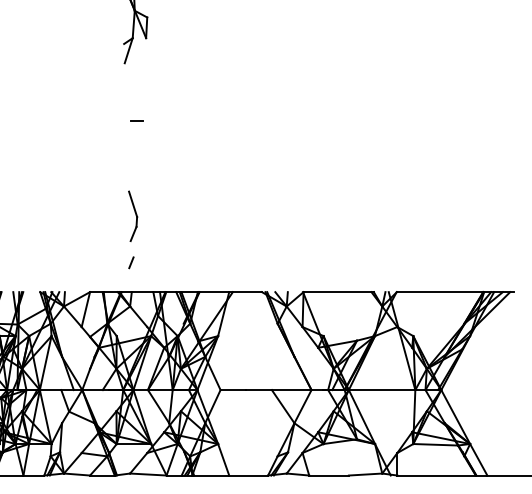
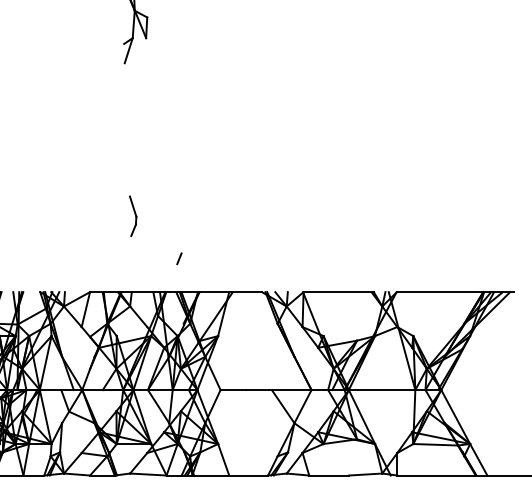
line at (136, 120): present -> none
part at (133, 215) size: 11x52 px -> 9x43 px
line at (131, 262) position: (131, 262) -> (179, 258)
